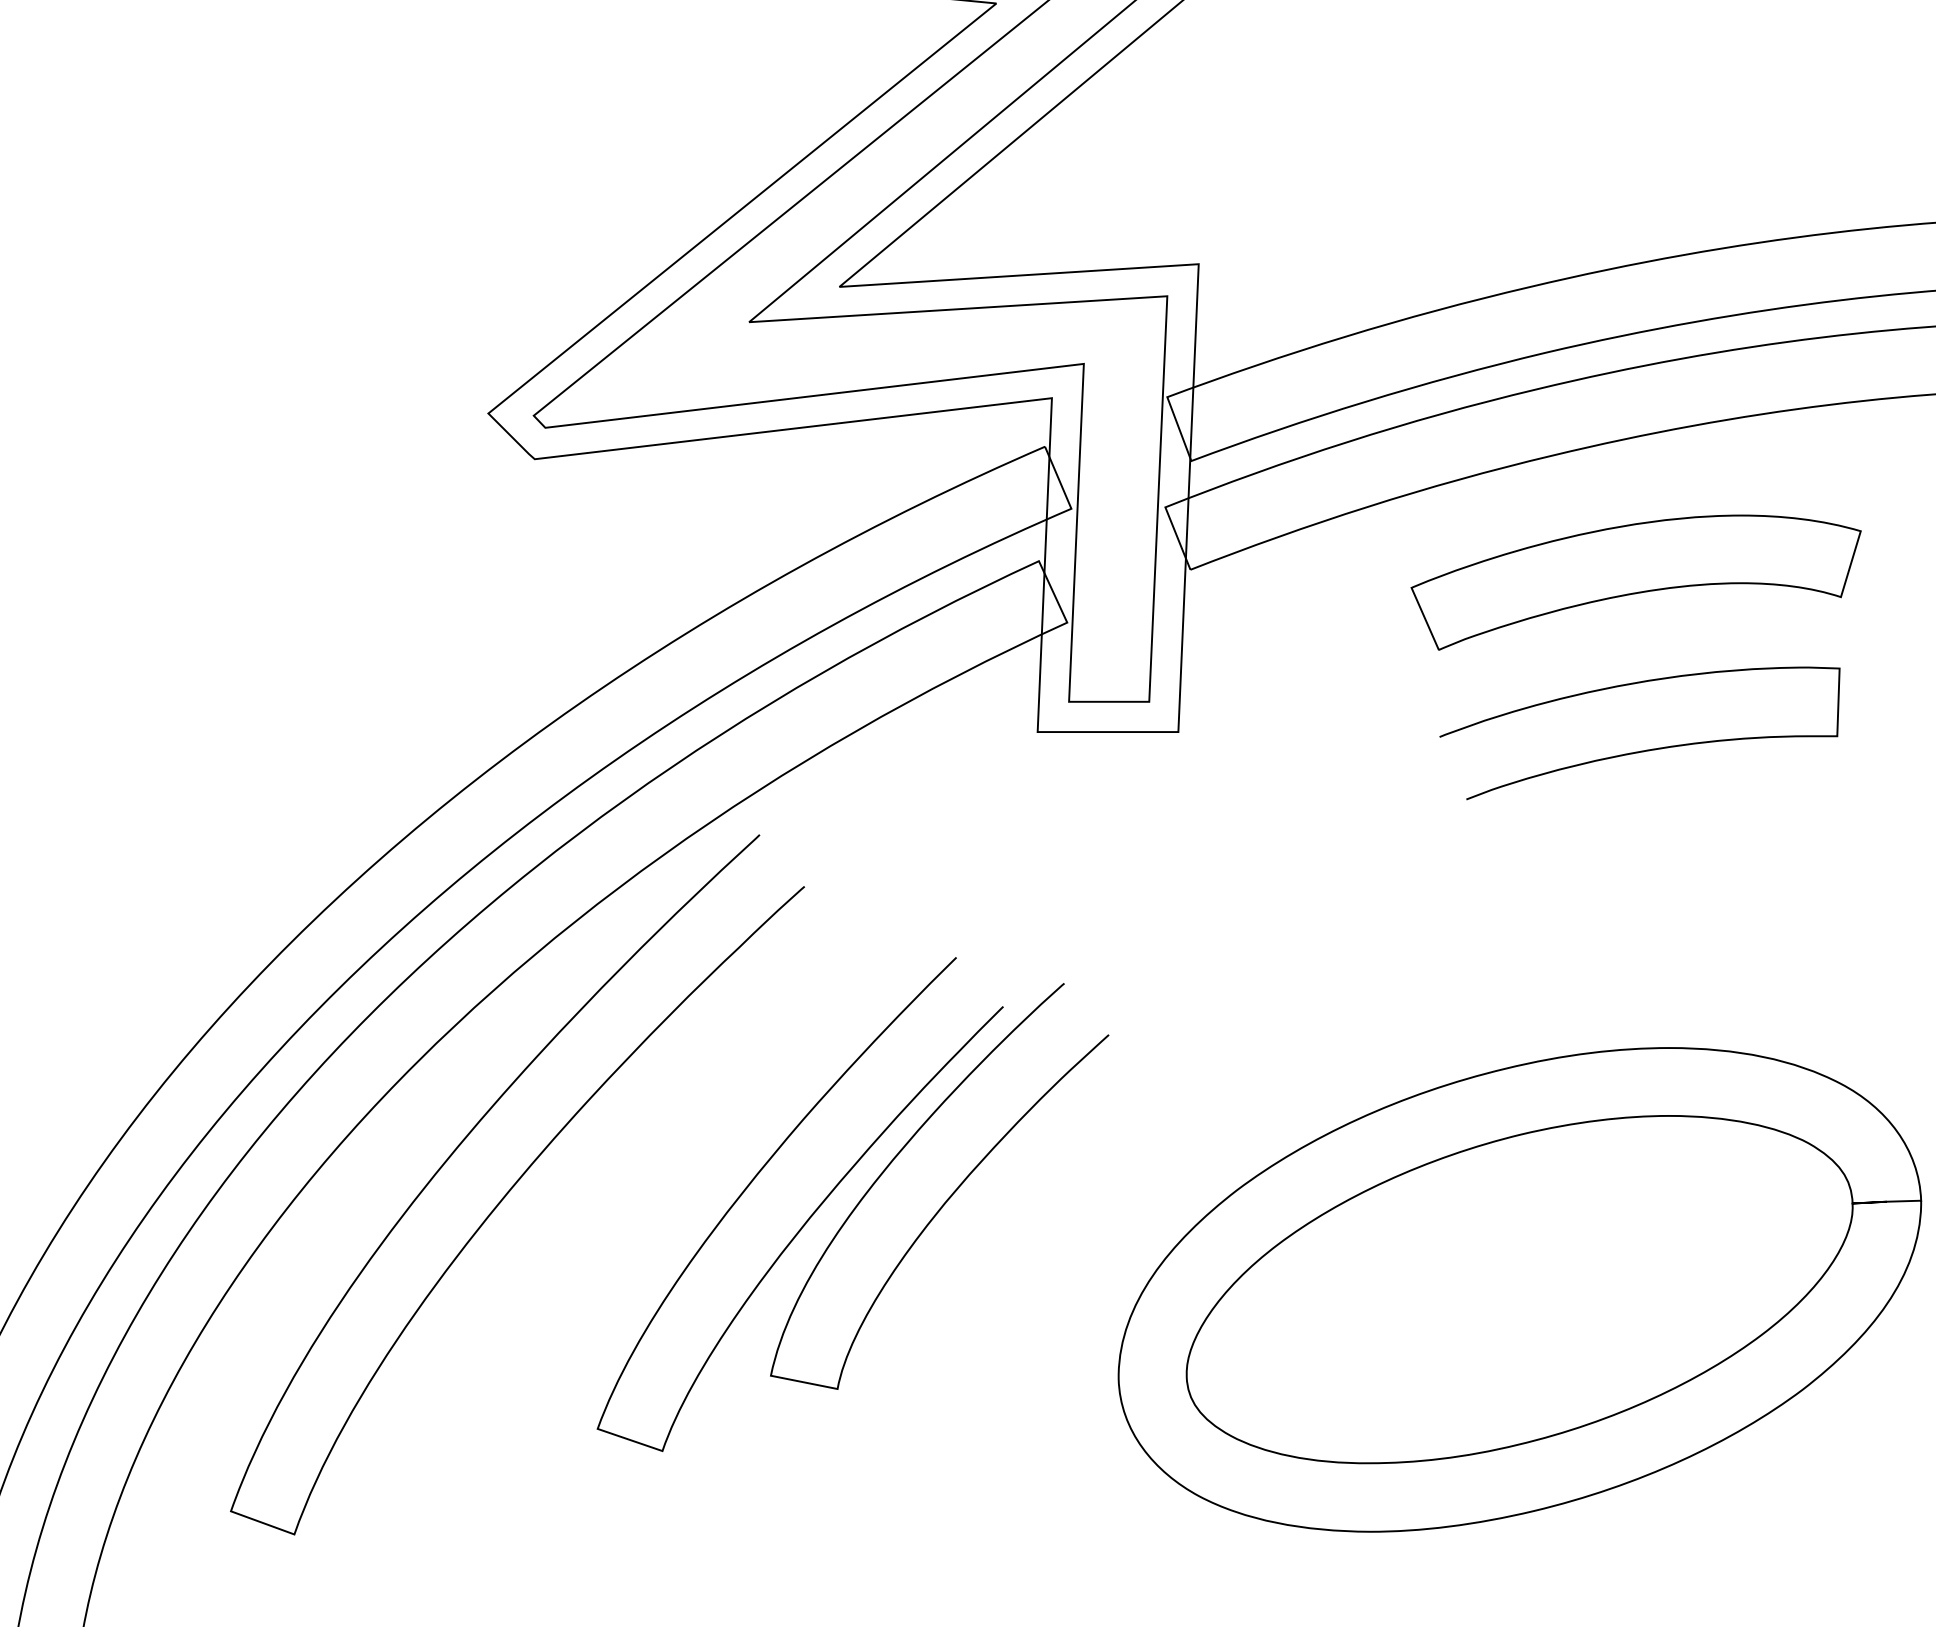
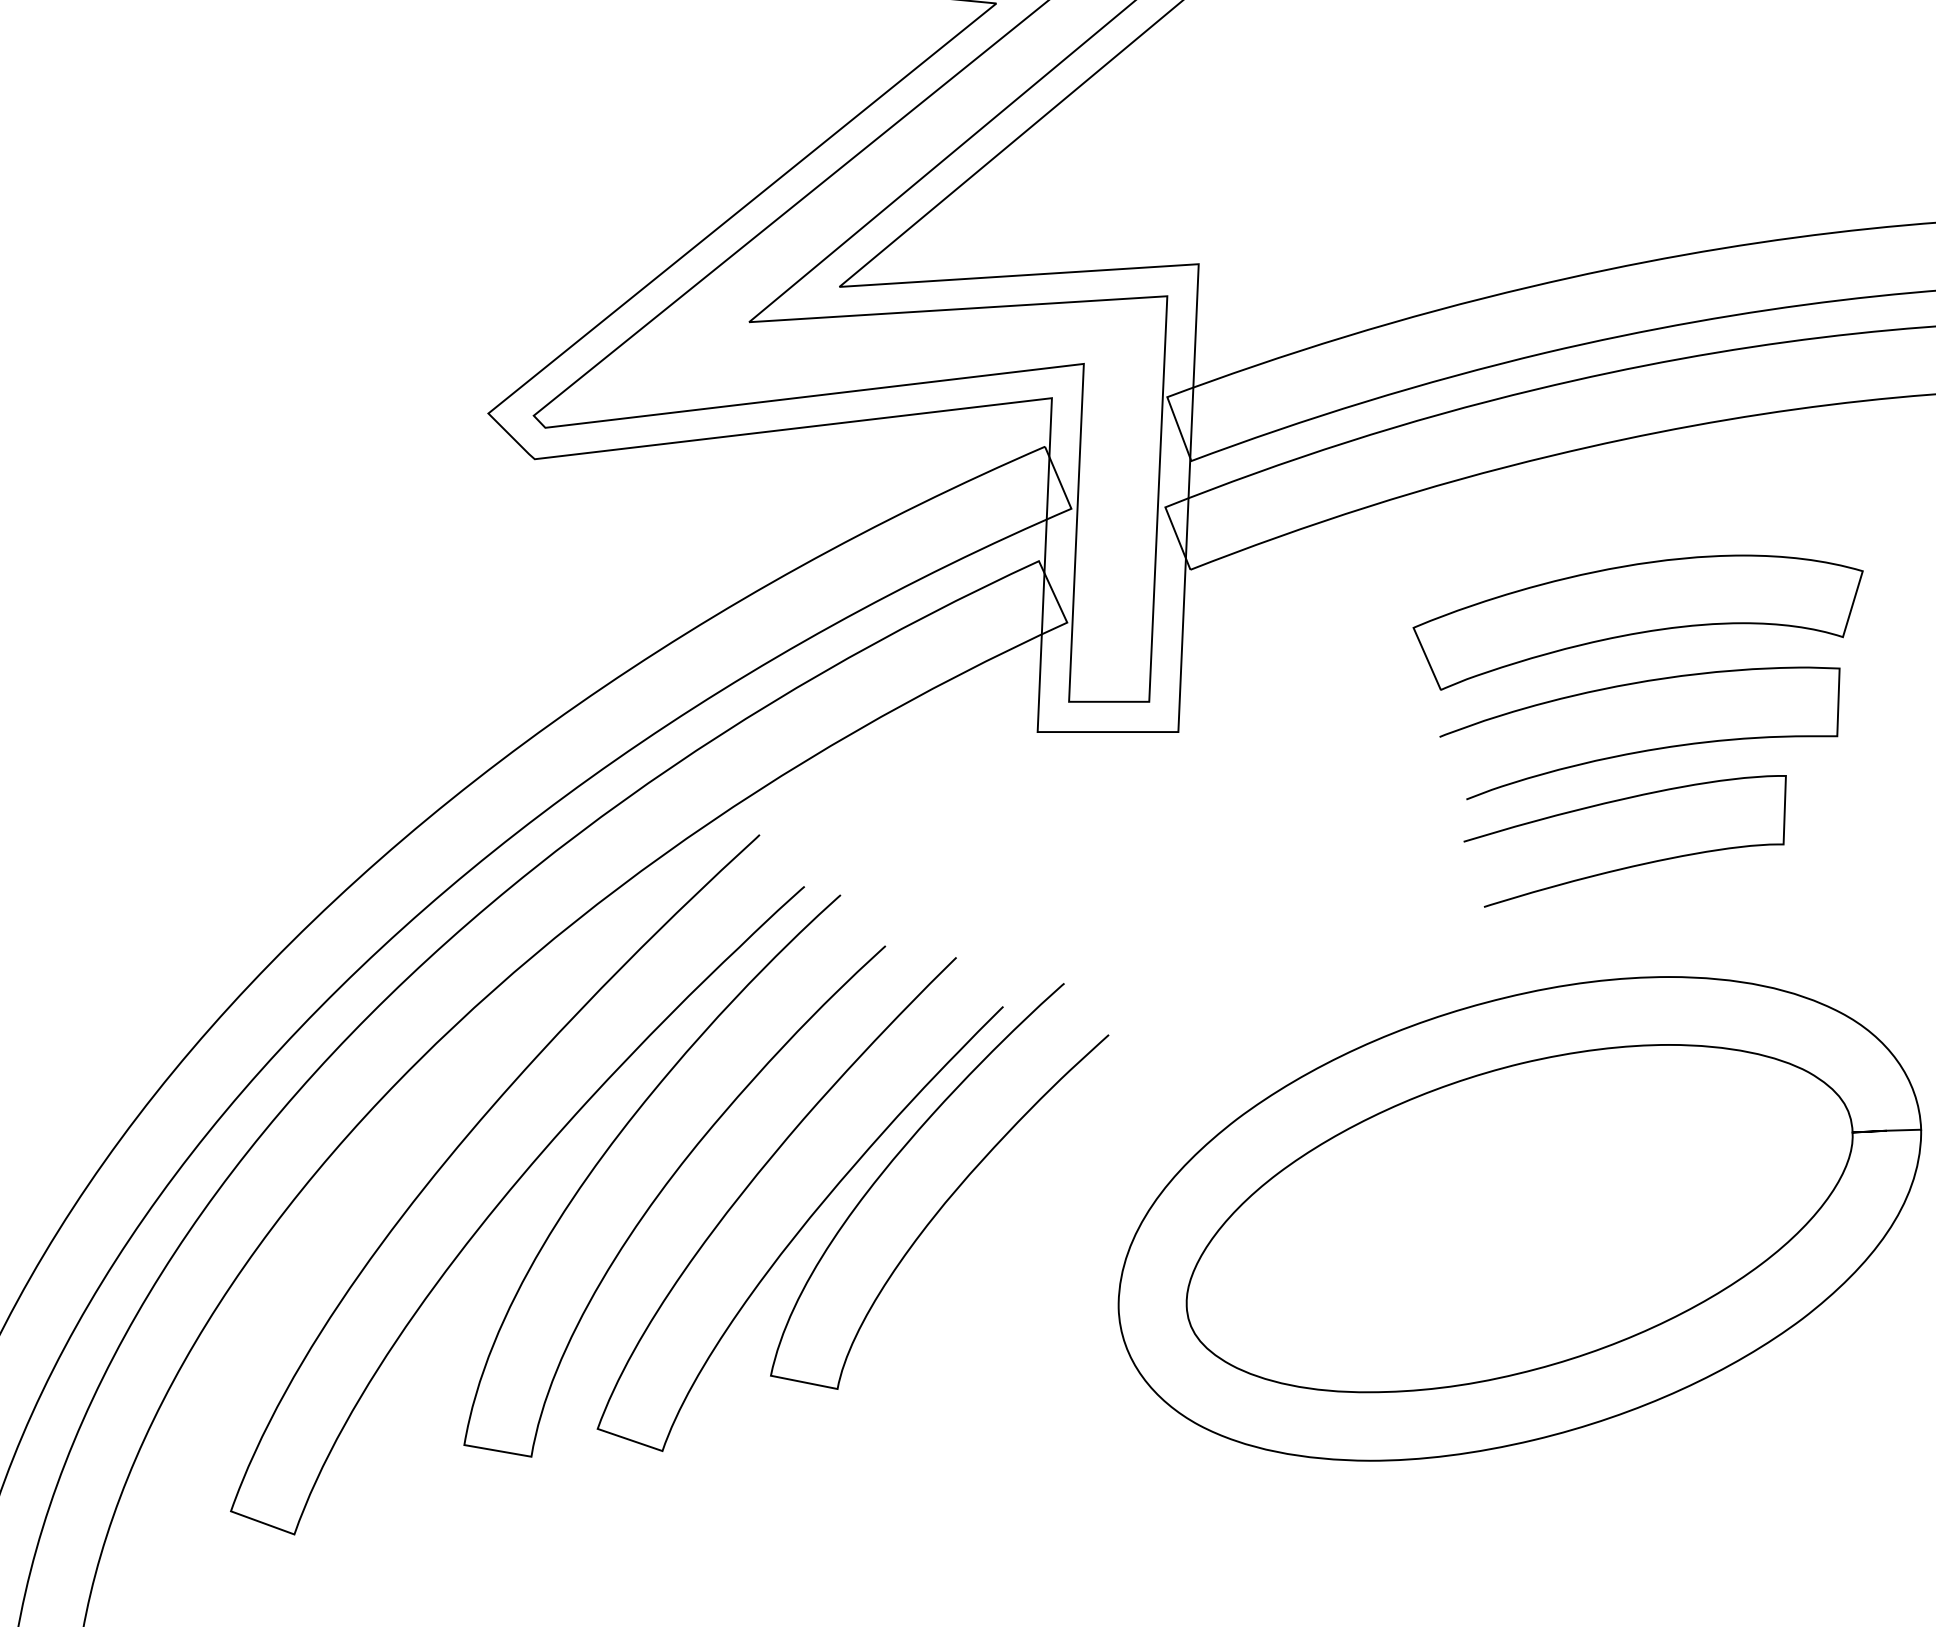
curve at (1638, 591) position: (1638, 591) -> (1640, 631)
curve at (1631, 865): none -> present
curve at (1472, 1149) position: (1472, 1149) -> (1472, 1078)
curve at (674, 1175): none -> present
